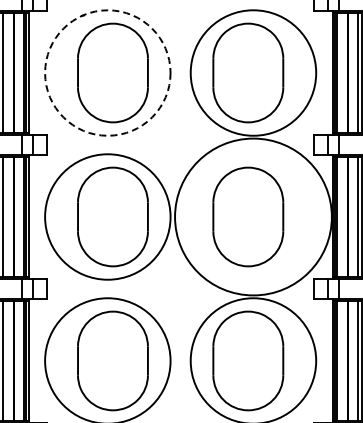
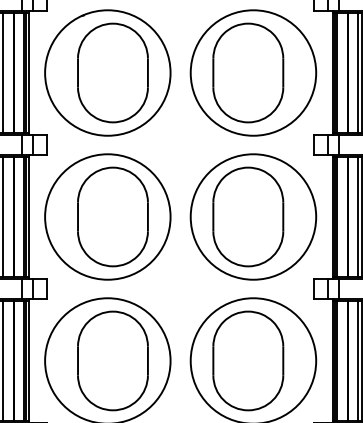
circle at (107, 72): dashed -> solid
circle at (253, 216) diameter: 157 px -> 125 px
